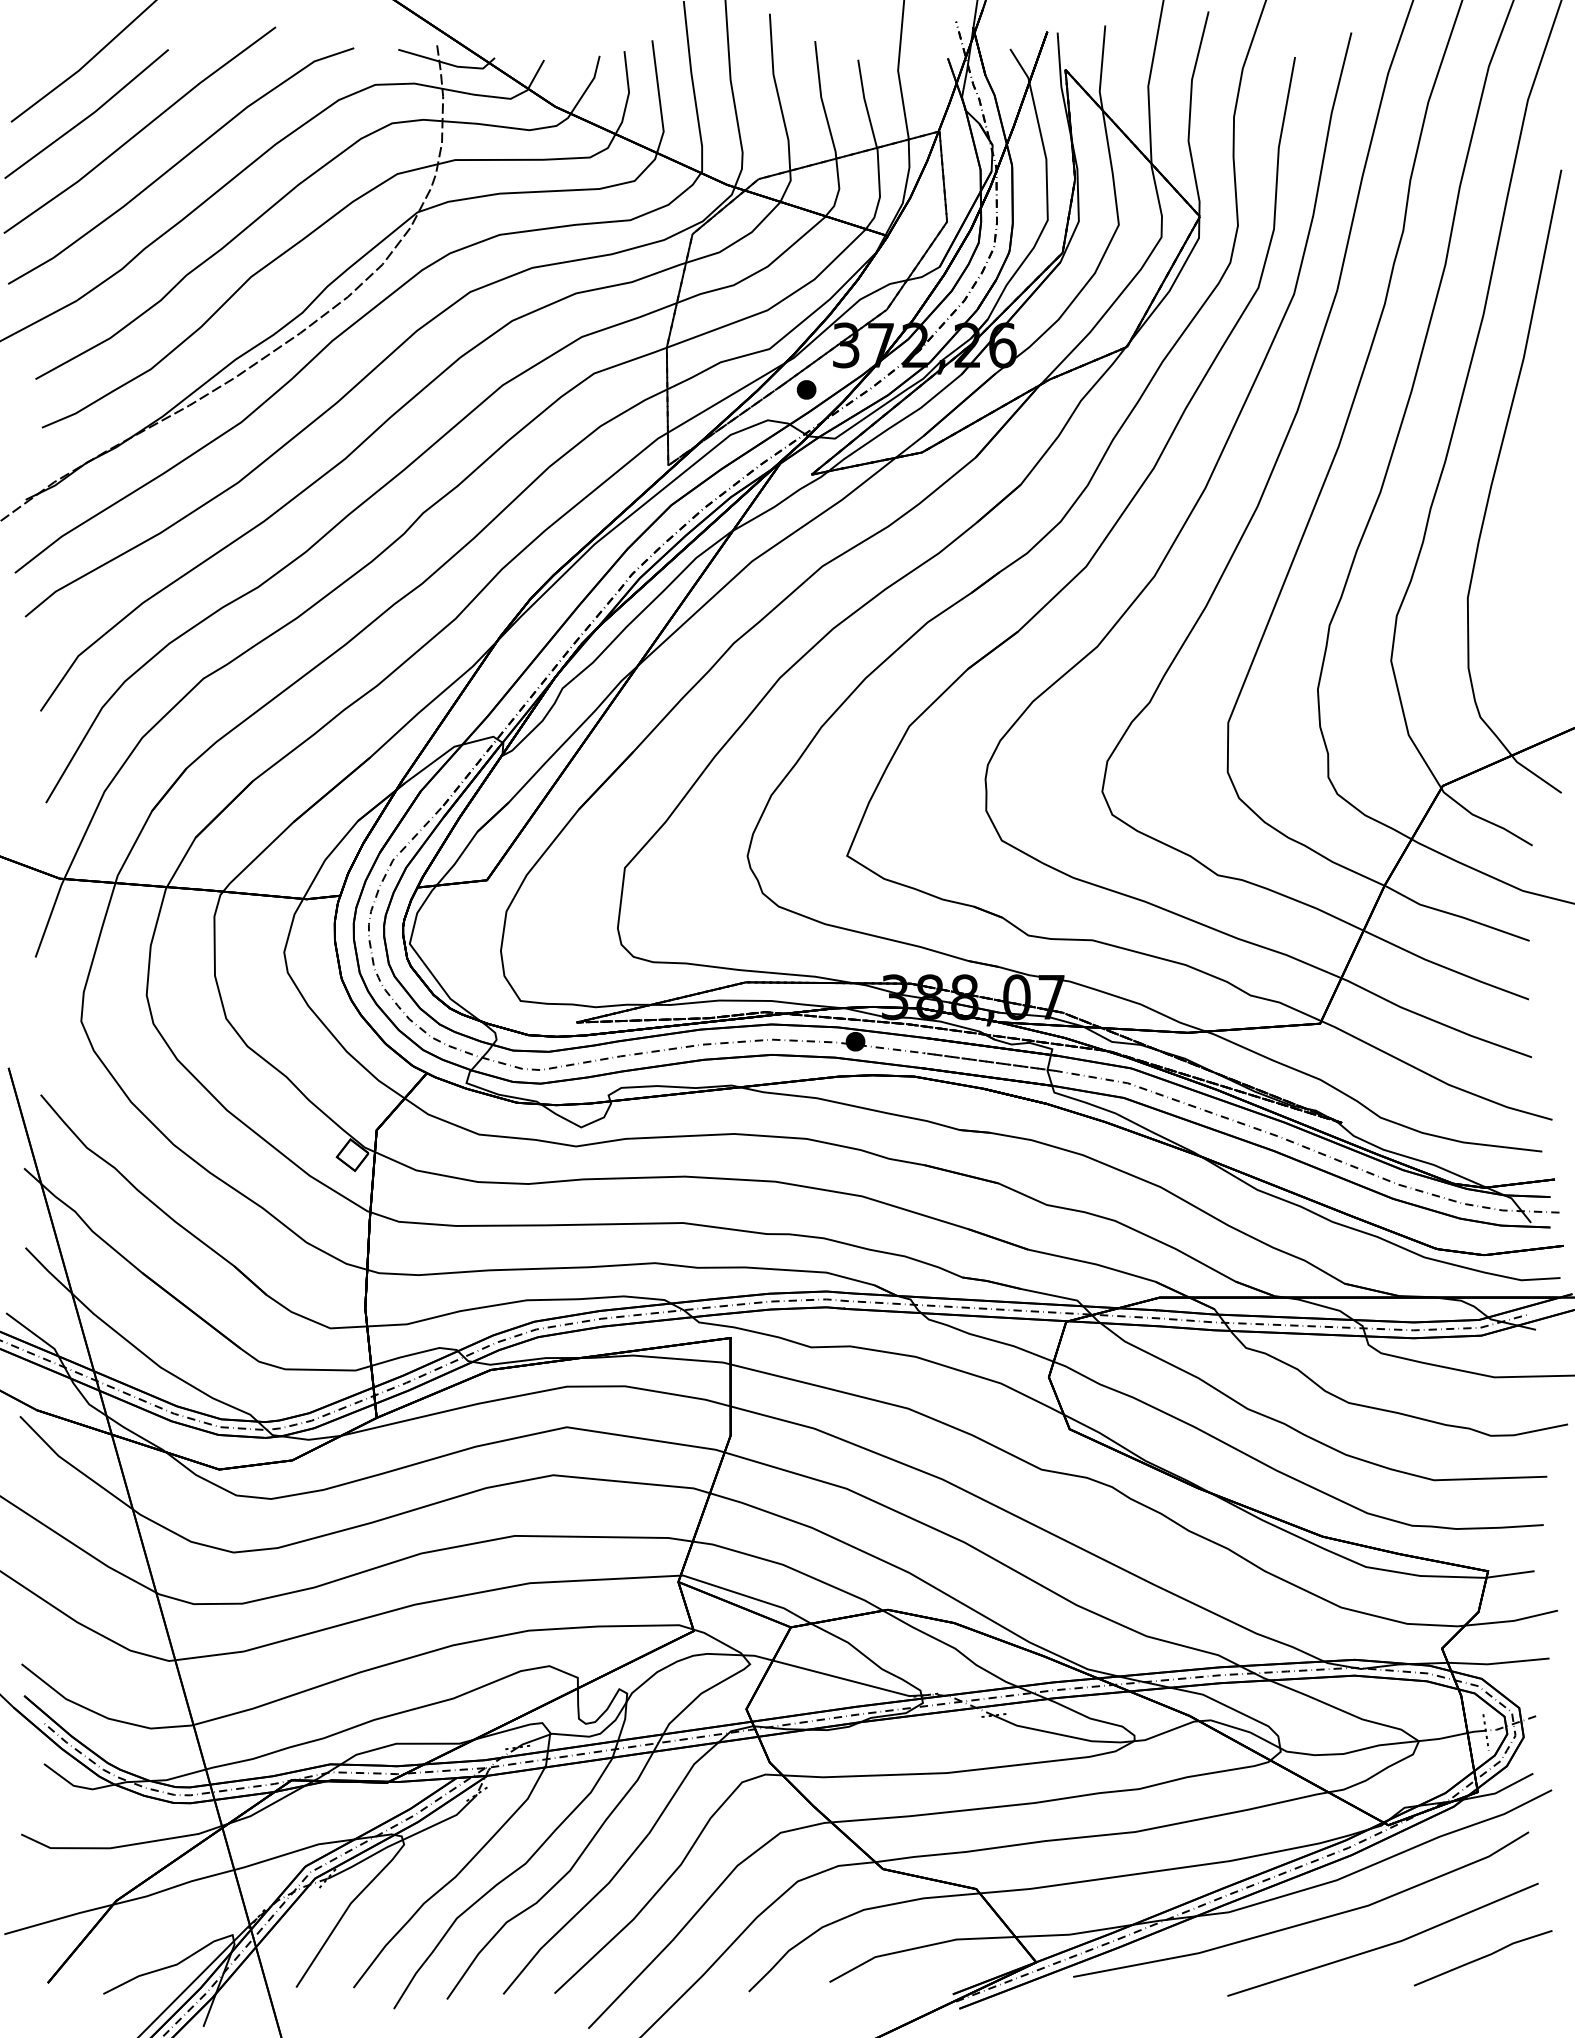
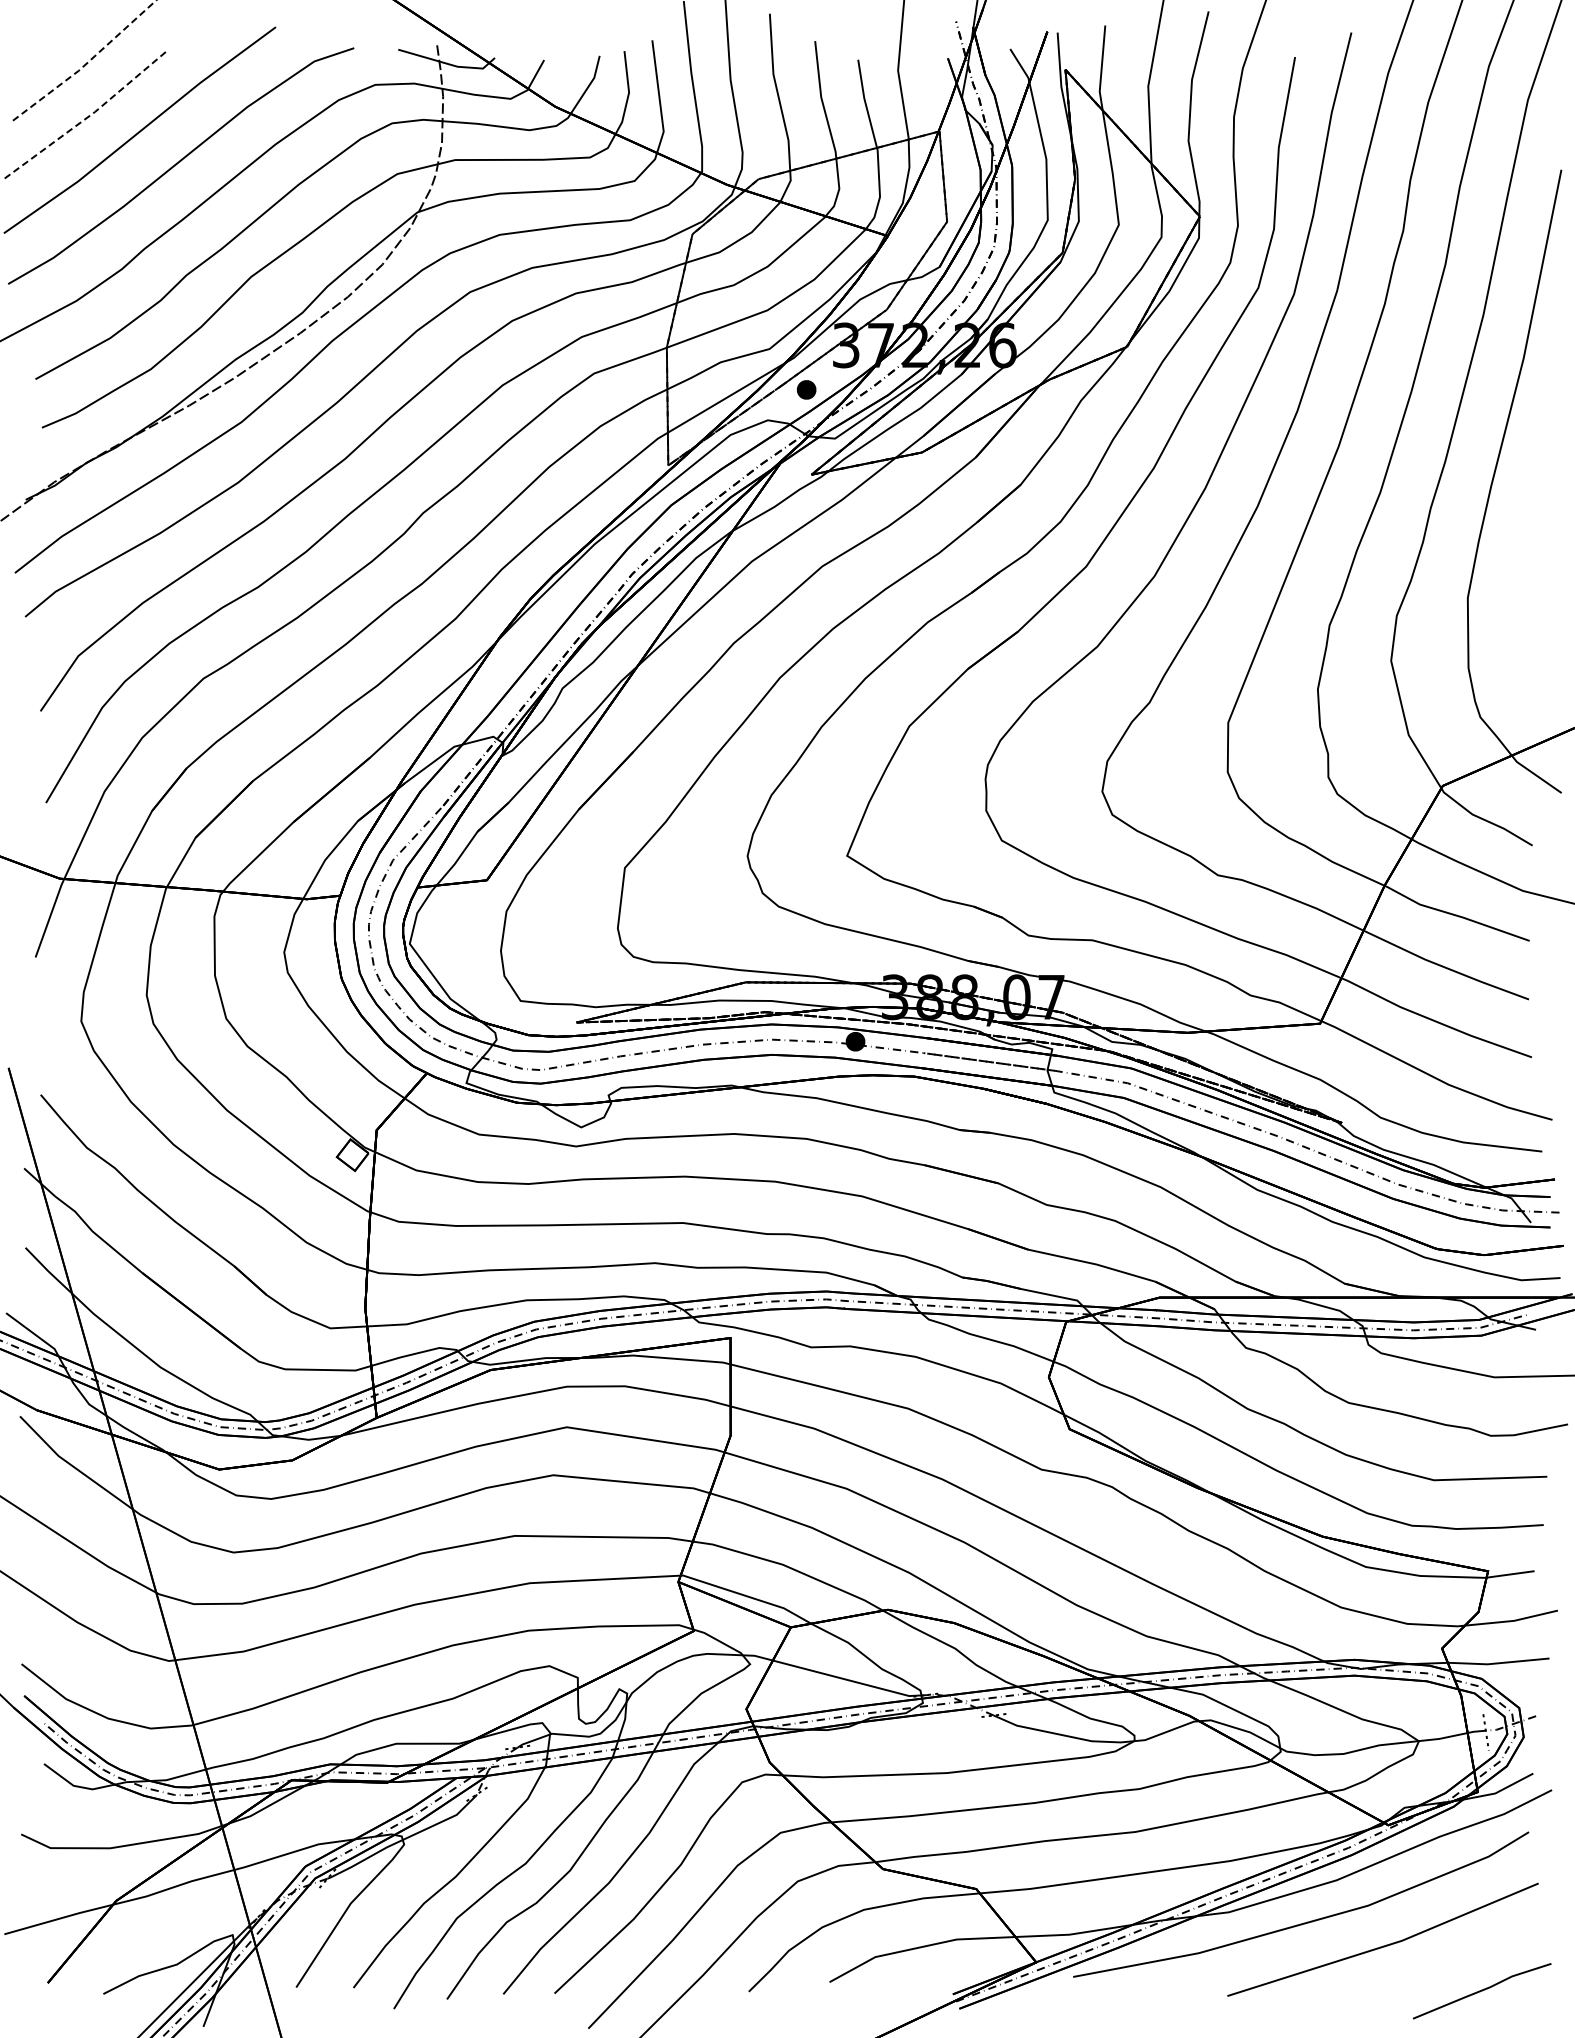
line at (85, 64): solid -> dashed
line at (89, 116): solid -> dashed
line at (1483, 1958) position: (1483, 1958) -> (1482, 1991)
